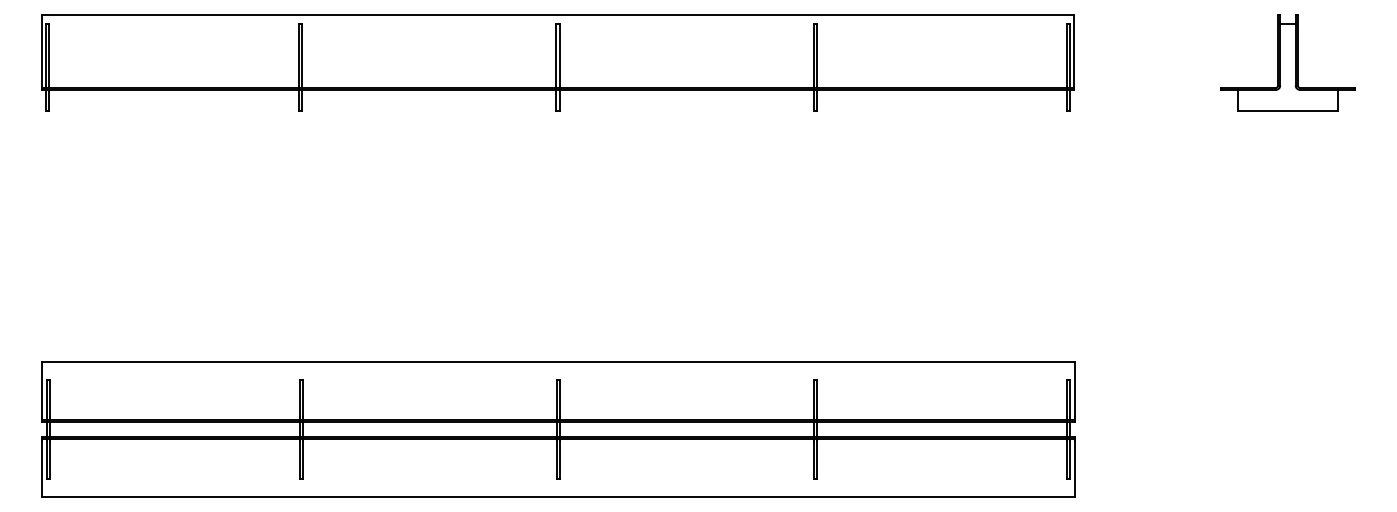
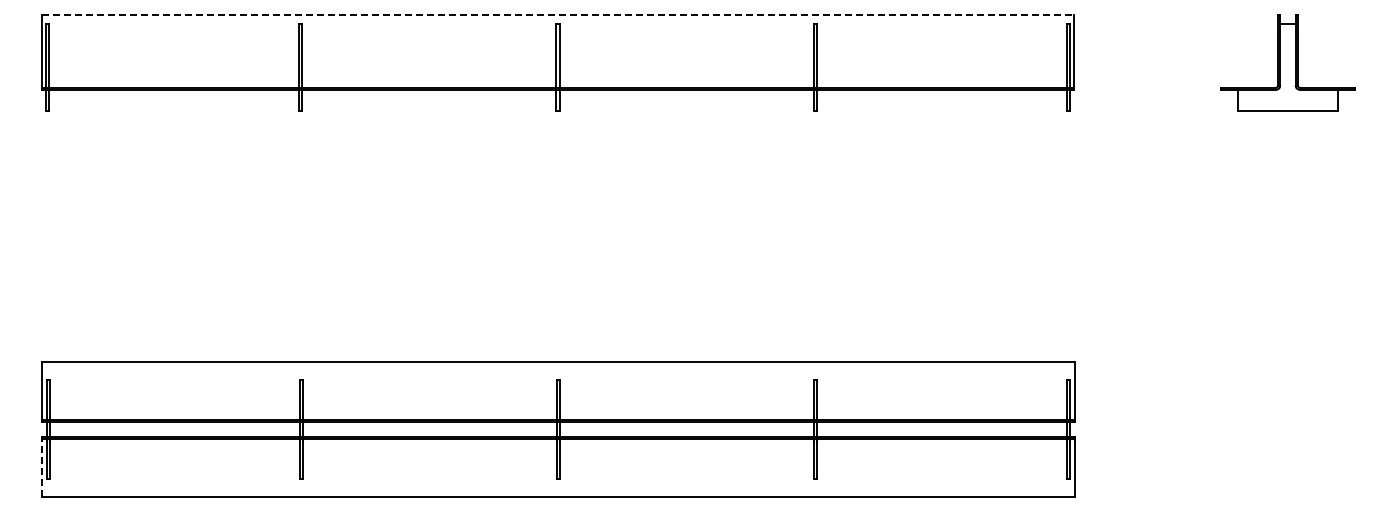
line at (558, 15): solid -> dashed
line at (42, 468): solid -> dashed
